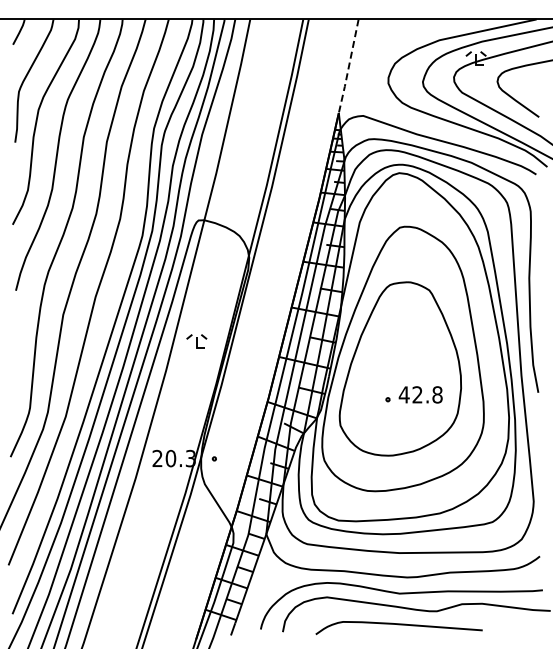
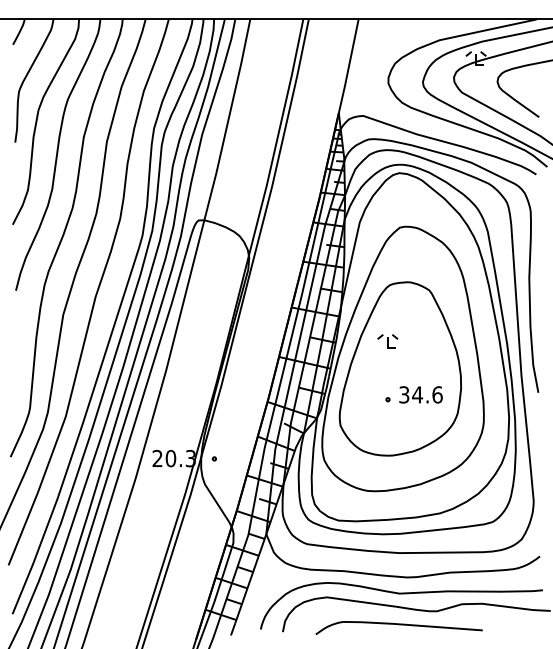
line at (348, 67): dashed -> solid
part at (196, 341) position: (196, 341) -> (387, 341)
text at (420, 394): 42.8 -> 34.6
